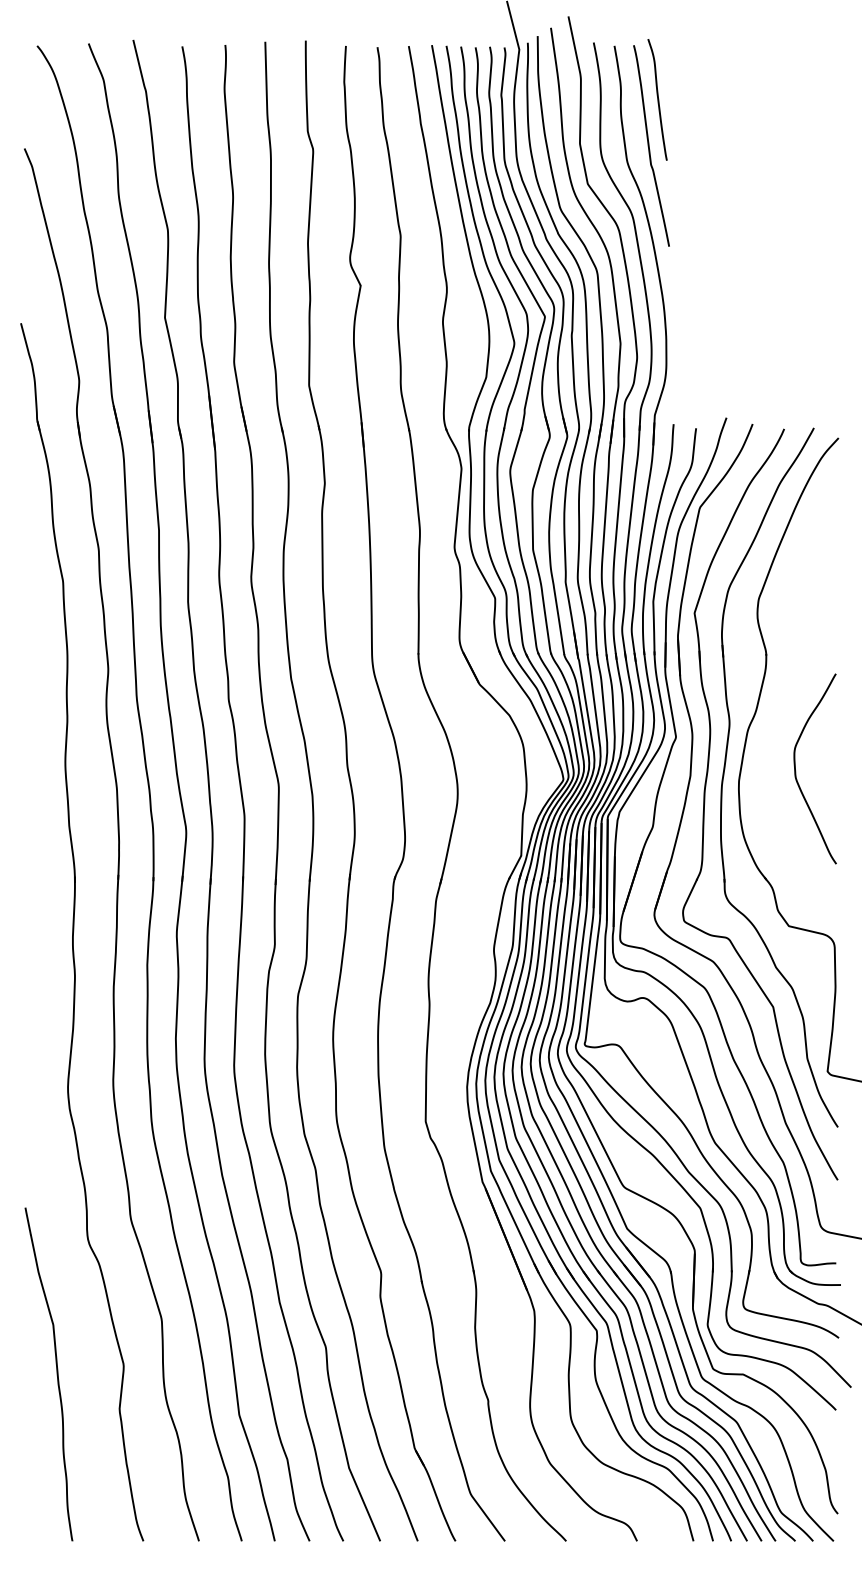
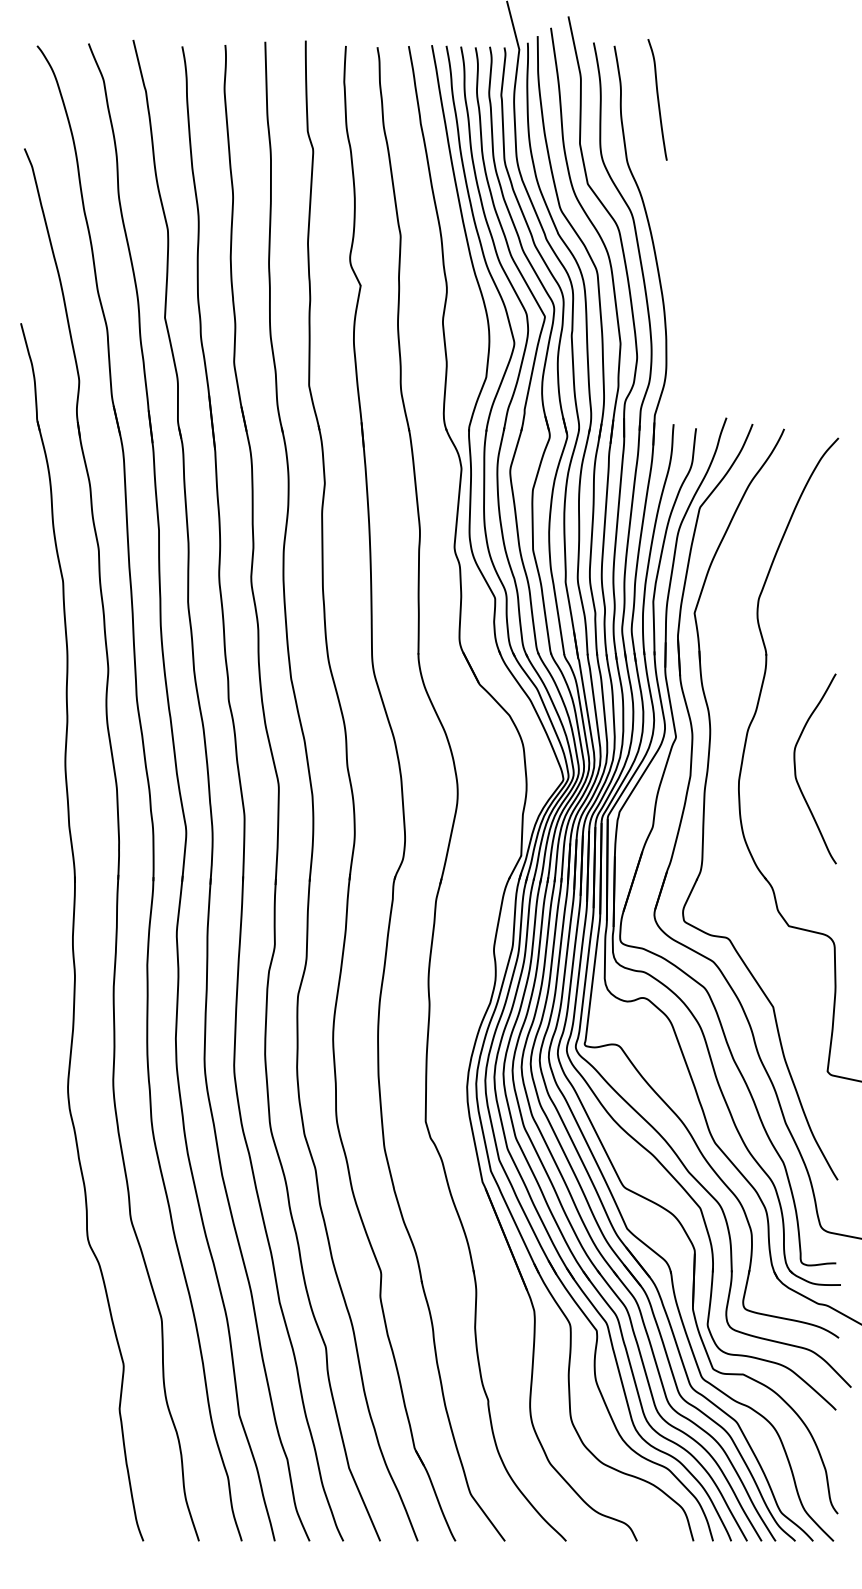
curve at (649, 145): present -> none
part at (725, 769): present -> none
curve at (56, 1374): present -> none
